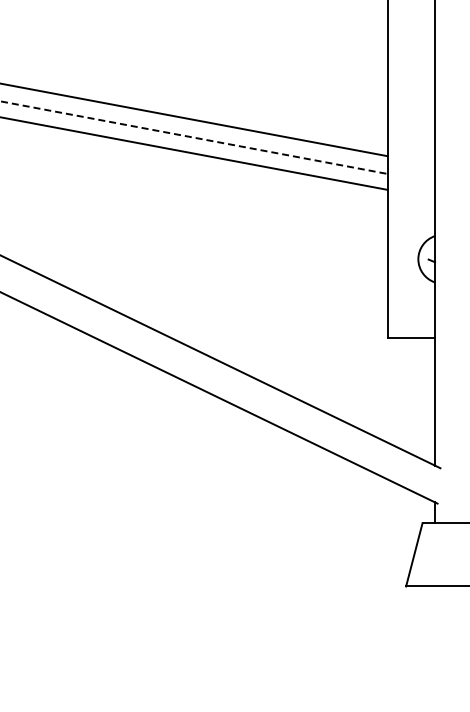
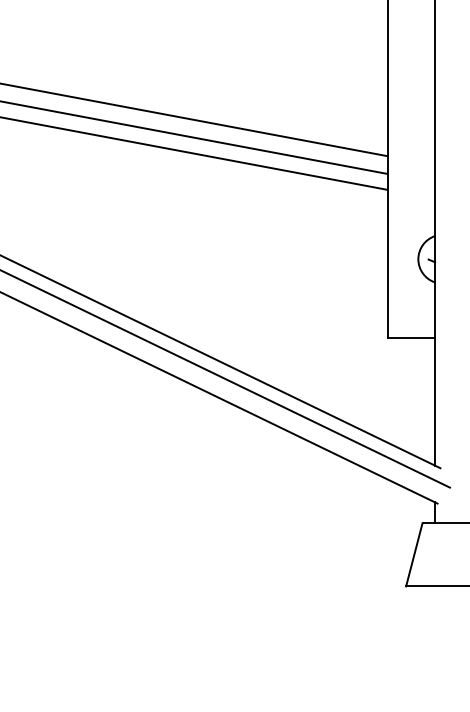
line at (194, 137): dashed -> solid
line at (225, 379): none -> present
